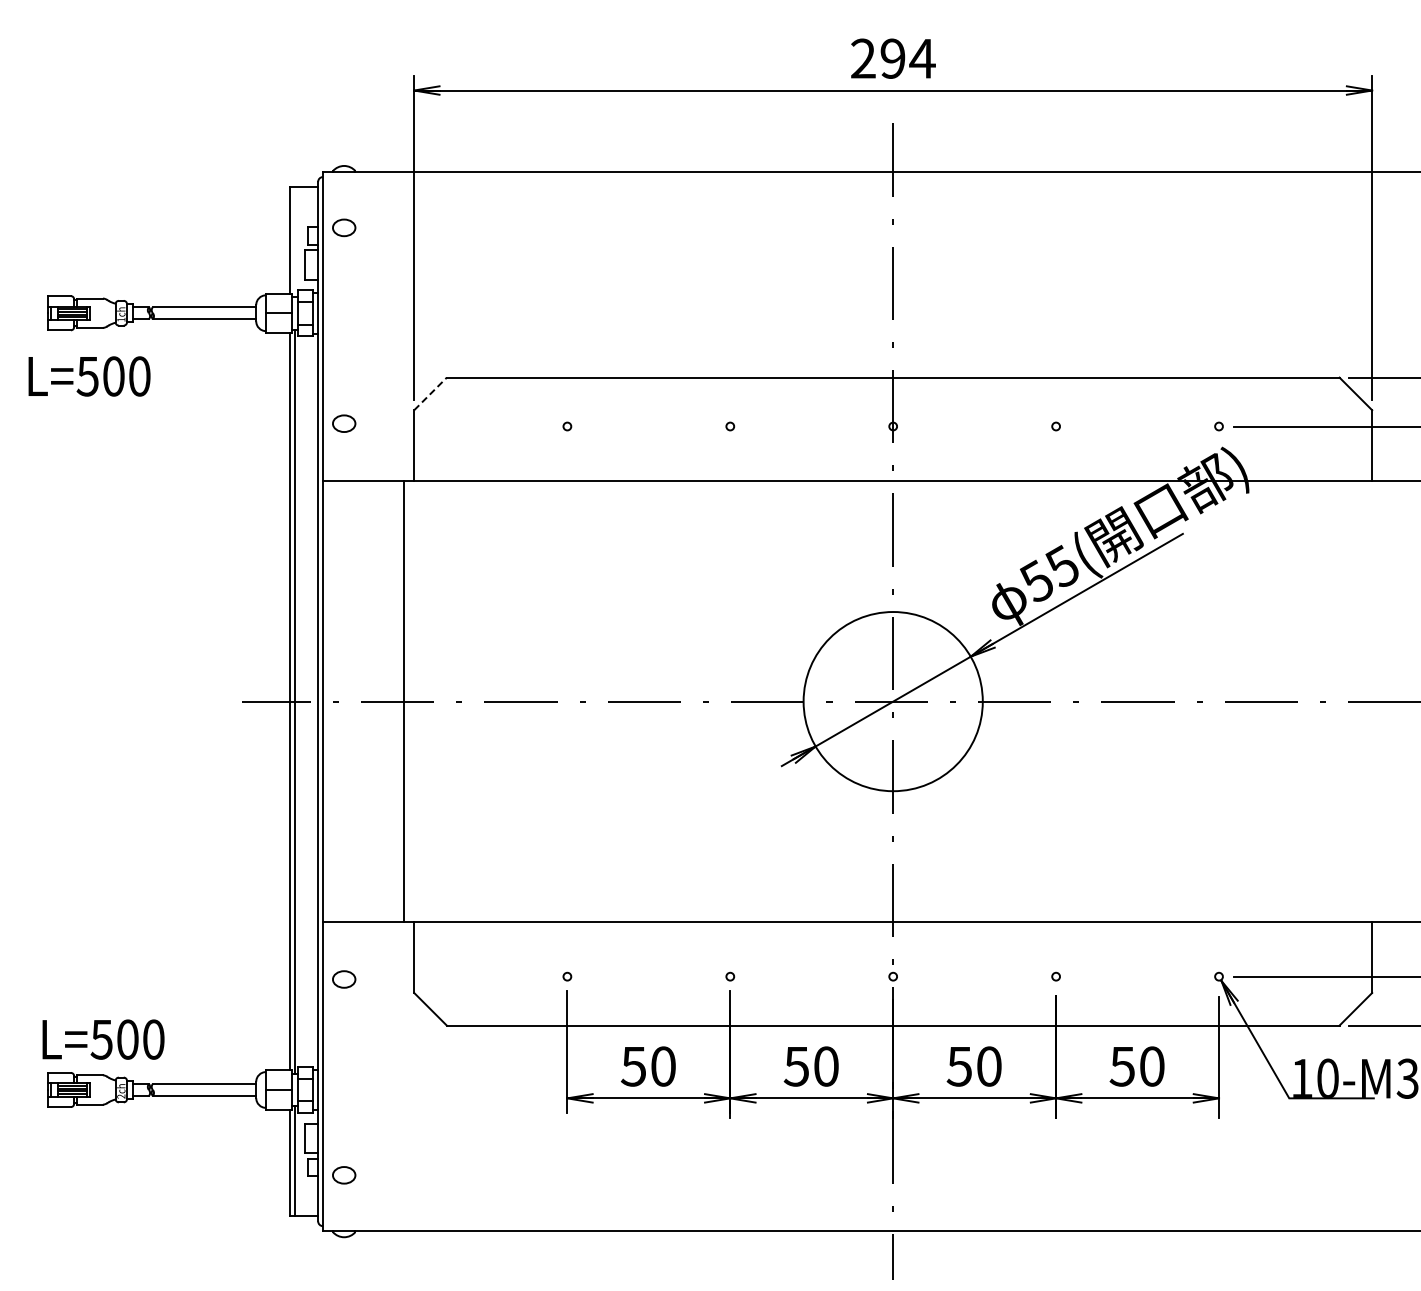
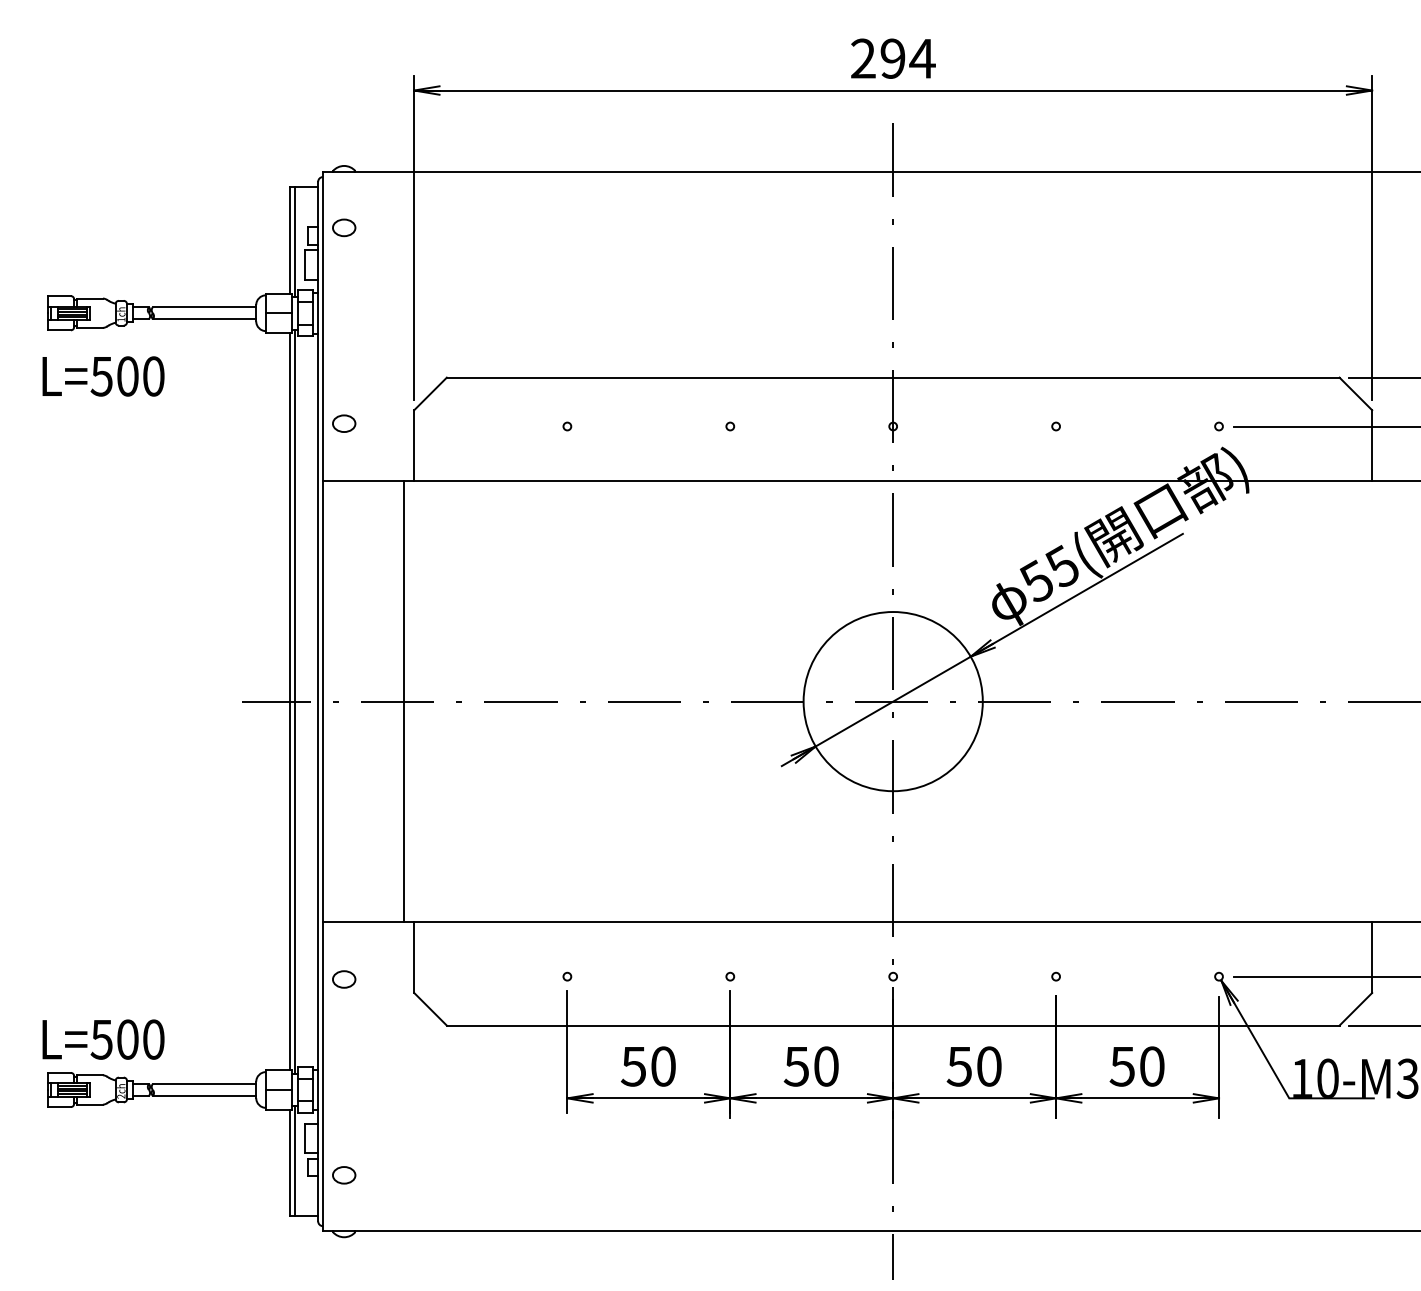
line at (295, 241): none -> present
text at (89, 376) position: (89, 376) -> (103, 376)
line at (430, 393): dashed -> solid
